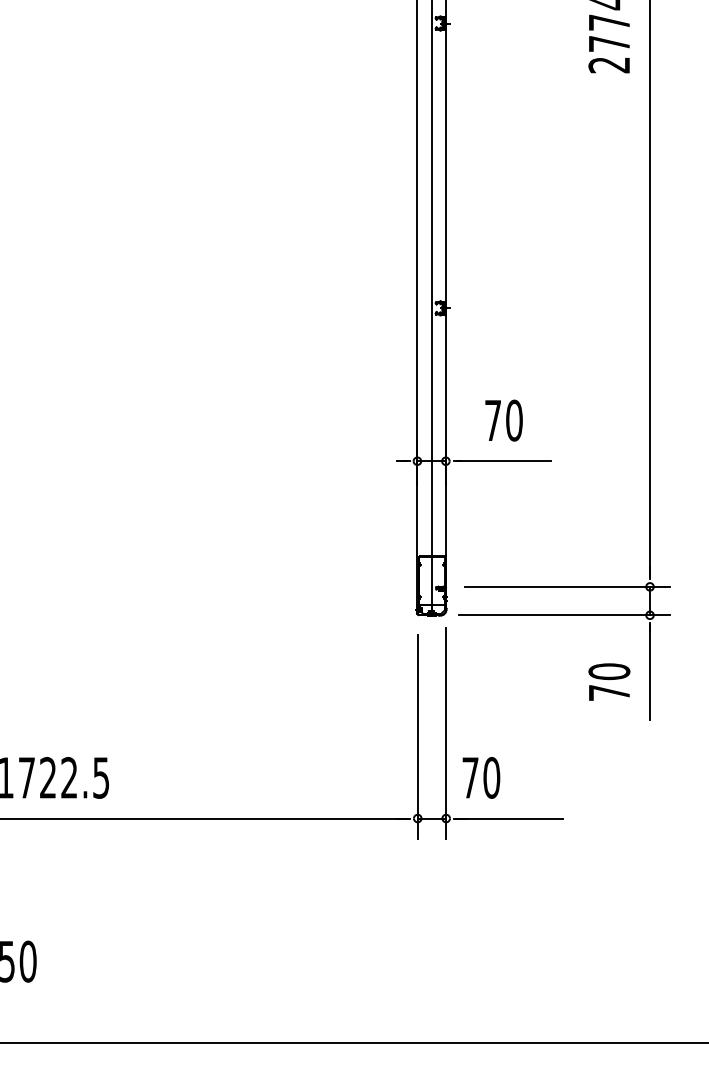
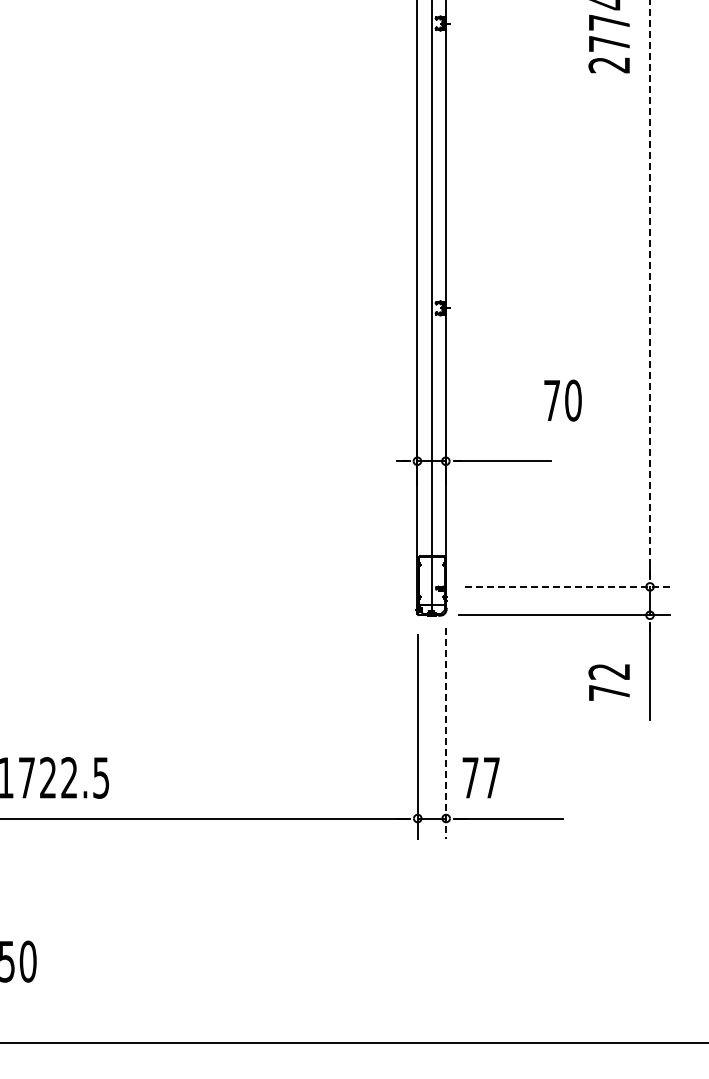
line at (650, 287): solid -> dashed
text at (503, 420) position: (503, 420) -> (562, 400)
line at (568, 586): solid -> dashed
text at (609, 671): 70 -> 72
line at (446, 733): solid -> dashed
text at (491, 777): 70 -> 77
